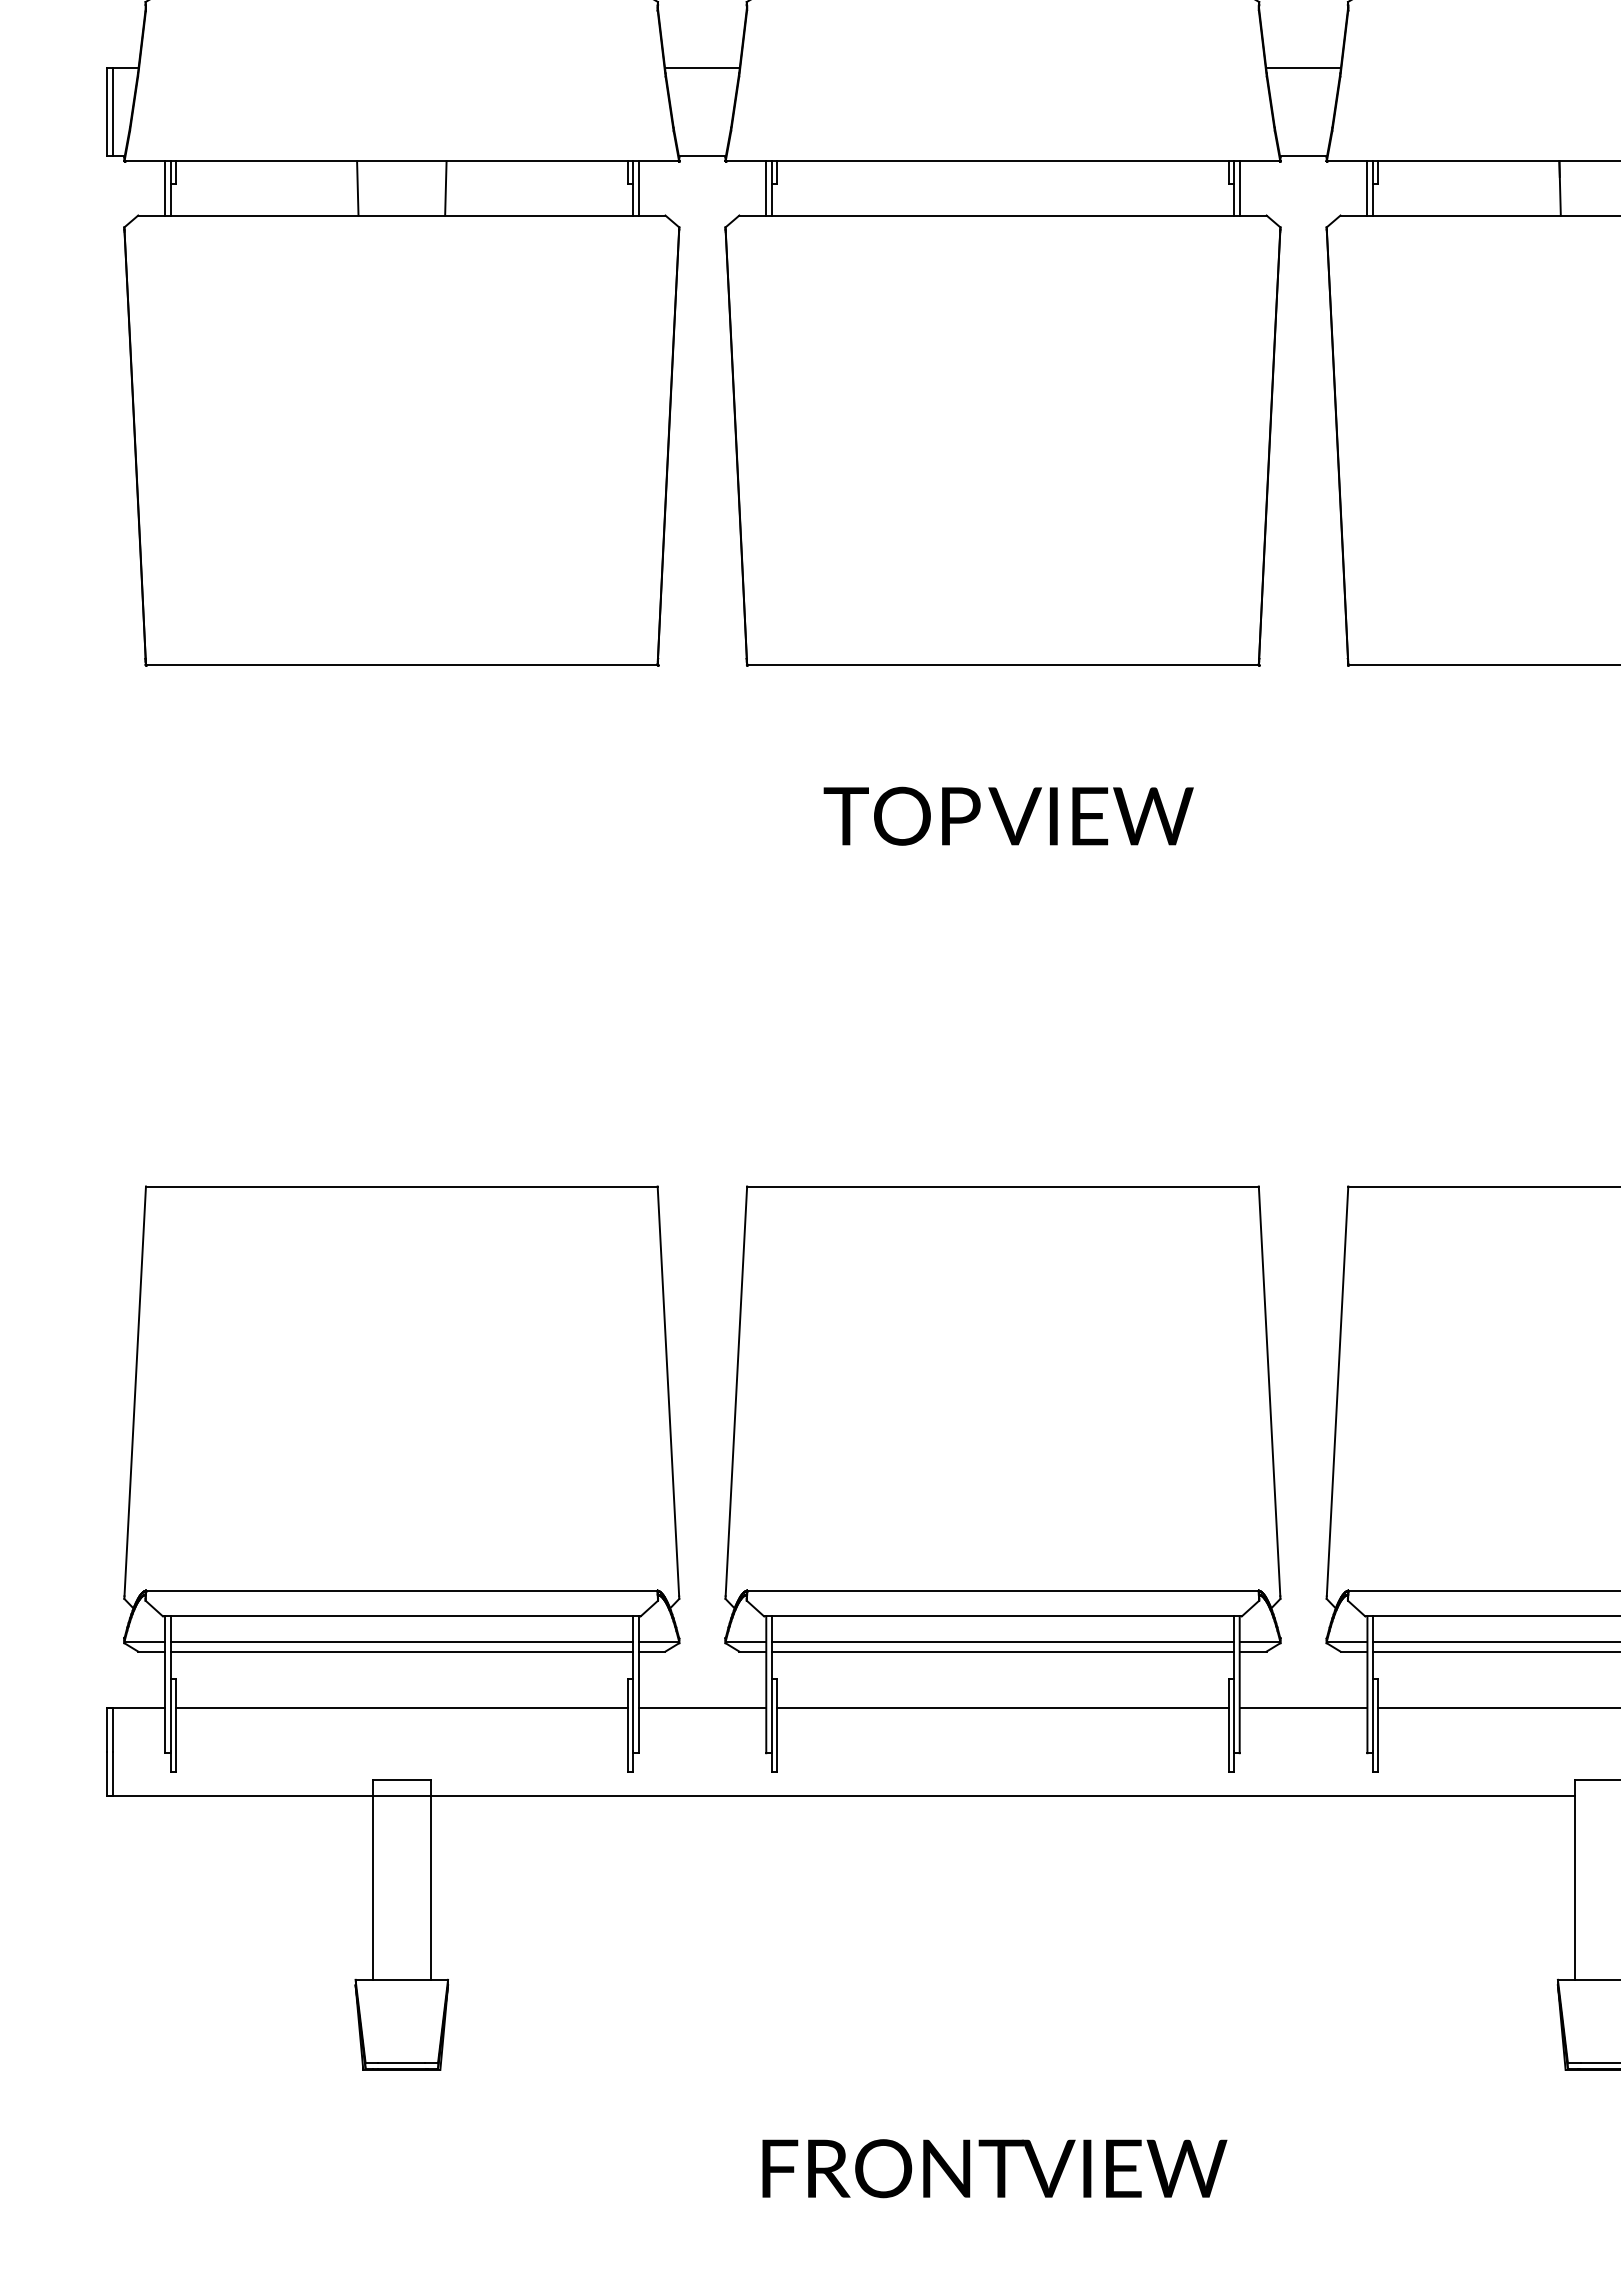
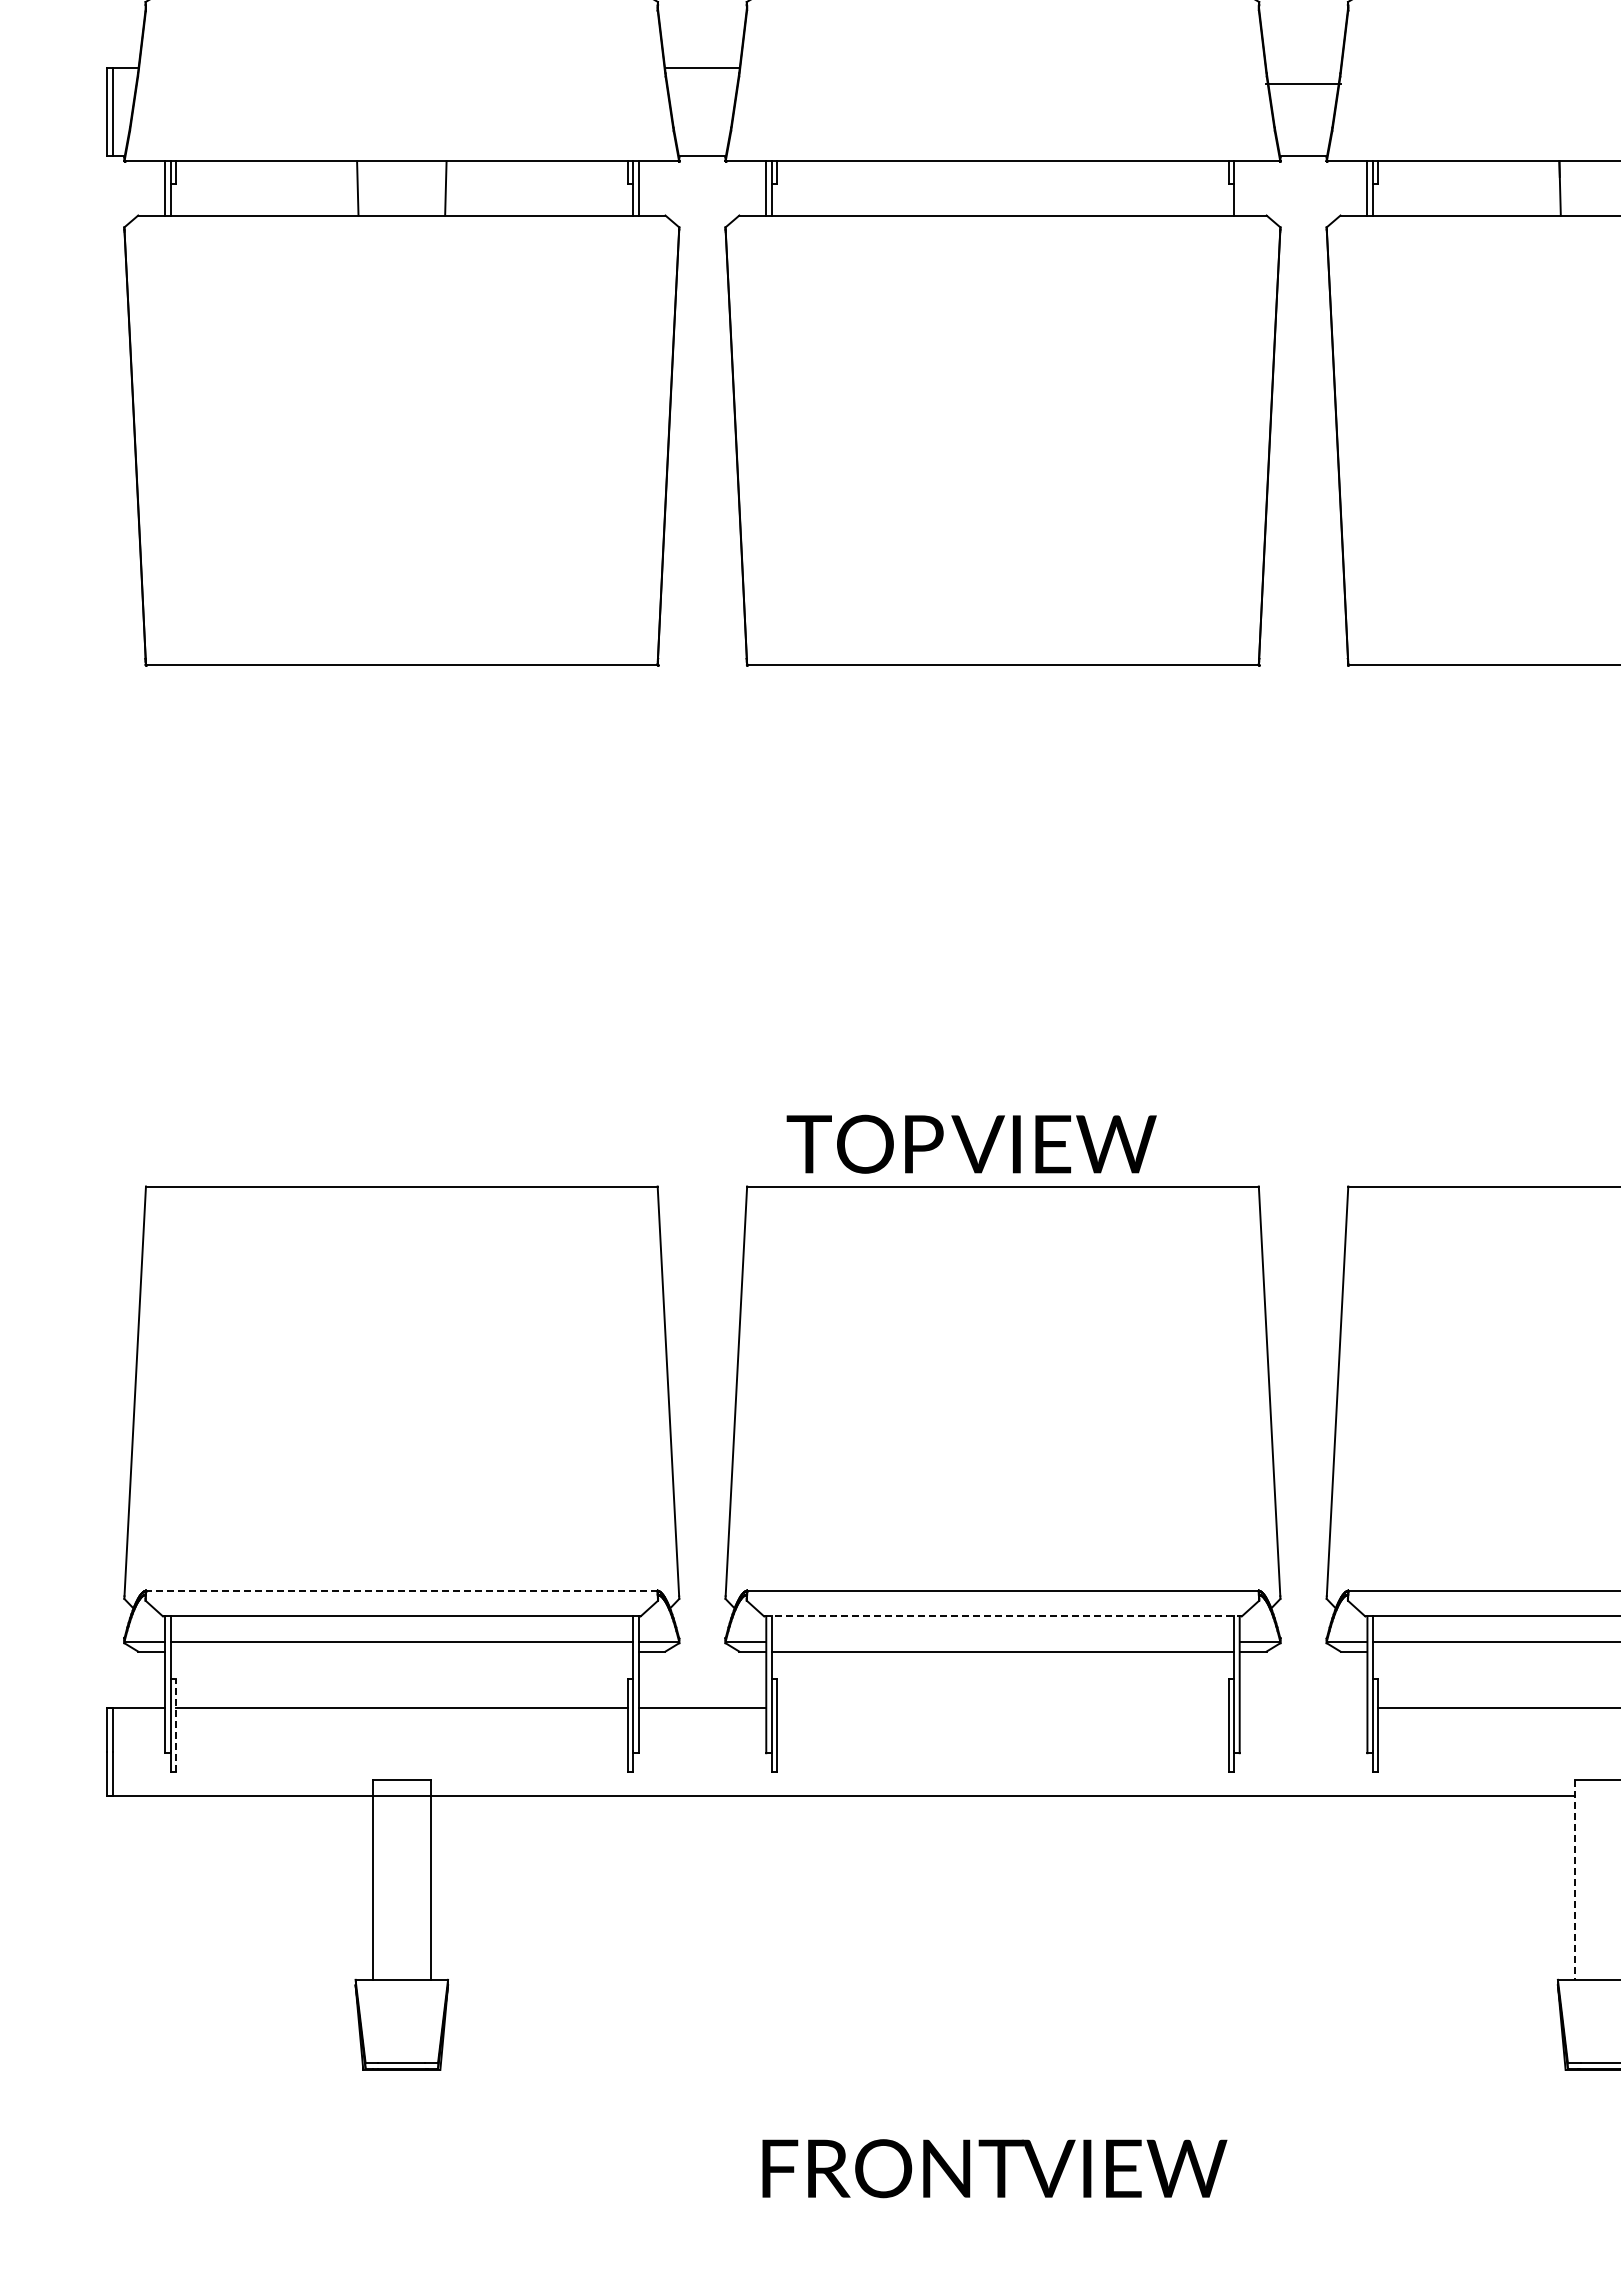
line at (1303, 68) position: (1303, 68) -> (1303, 84)
line at (1239, 188): present -> none
text at (1008, 815) position: (1008, 815) -> (971, 1143)
line at (401, 1590): solid -> dashed
line at (1002, 1616): solid -> dashed
line at (1002, 1641): present -> none
line at (401, 1651): present -> none
line at (1494, 1651): present -> none
line at (1002, 1708): present -> none
line at (1303, 1708): present -> none
line at (176, 1725): solid -> dashed
line at (1575, 1879): solid -> dashed
